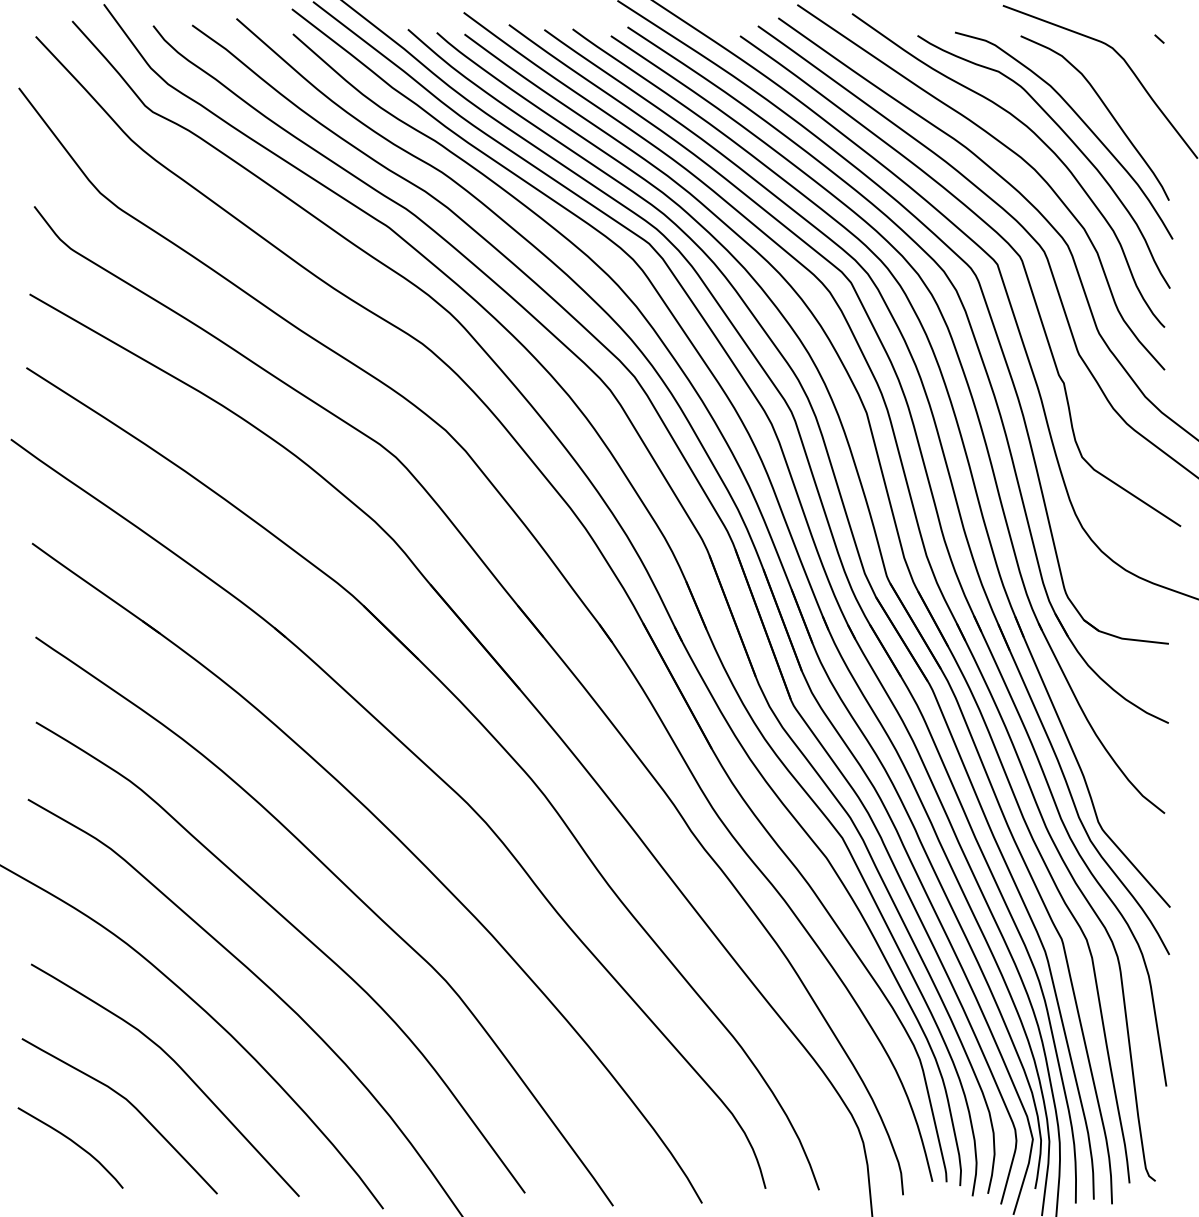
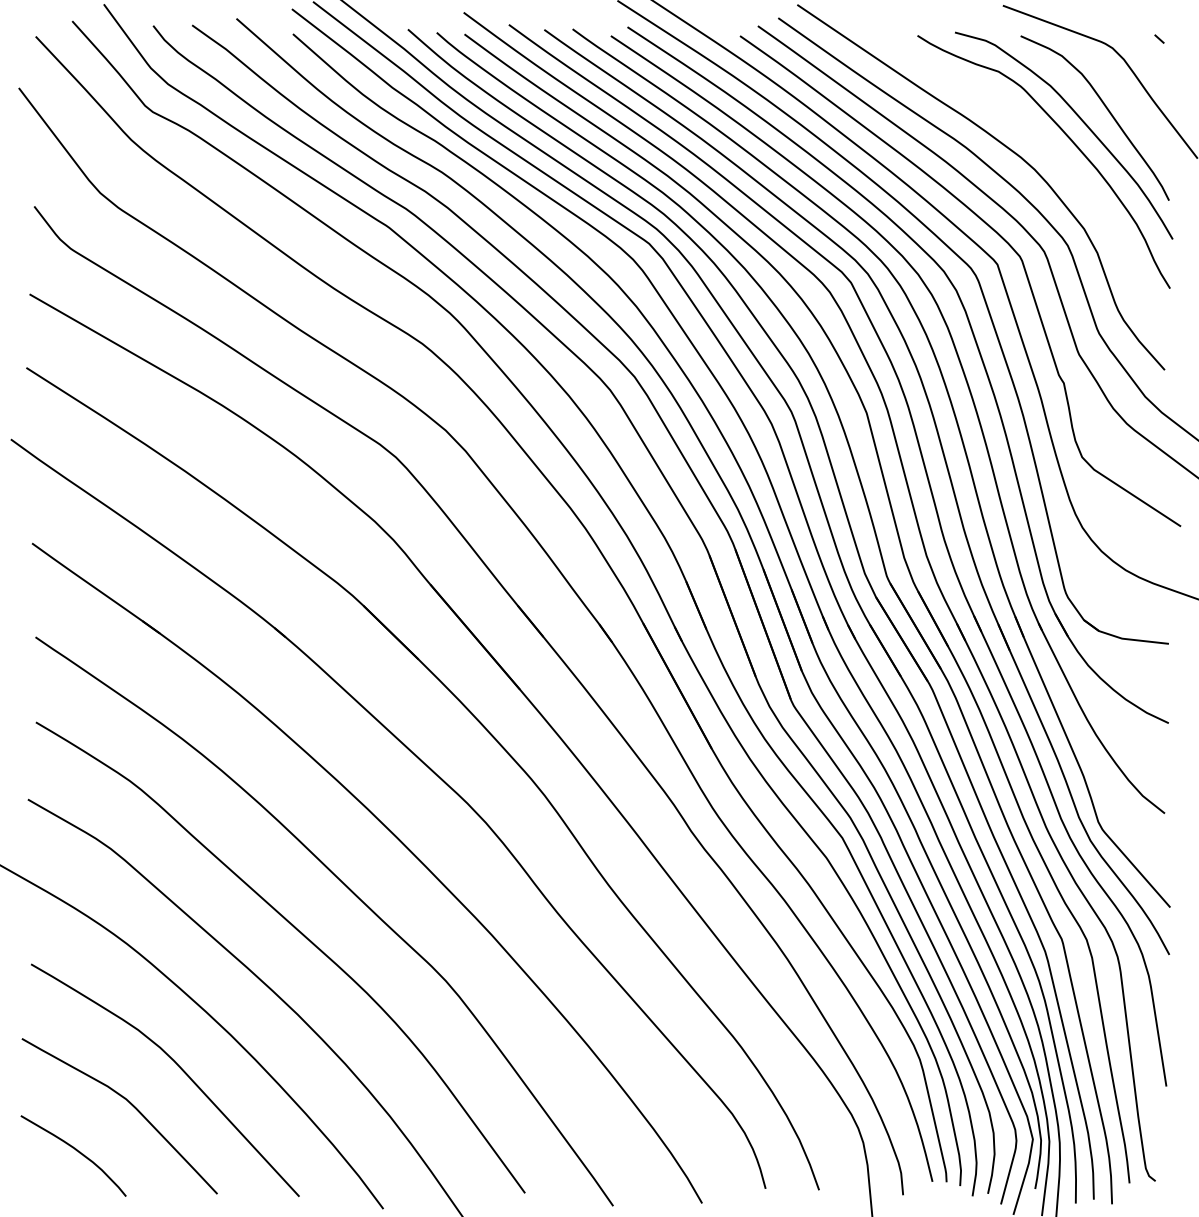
curve at (1039, 139): present -> none
curve at (73, 1143) position: (73, 1143) -> (76, 1151)
